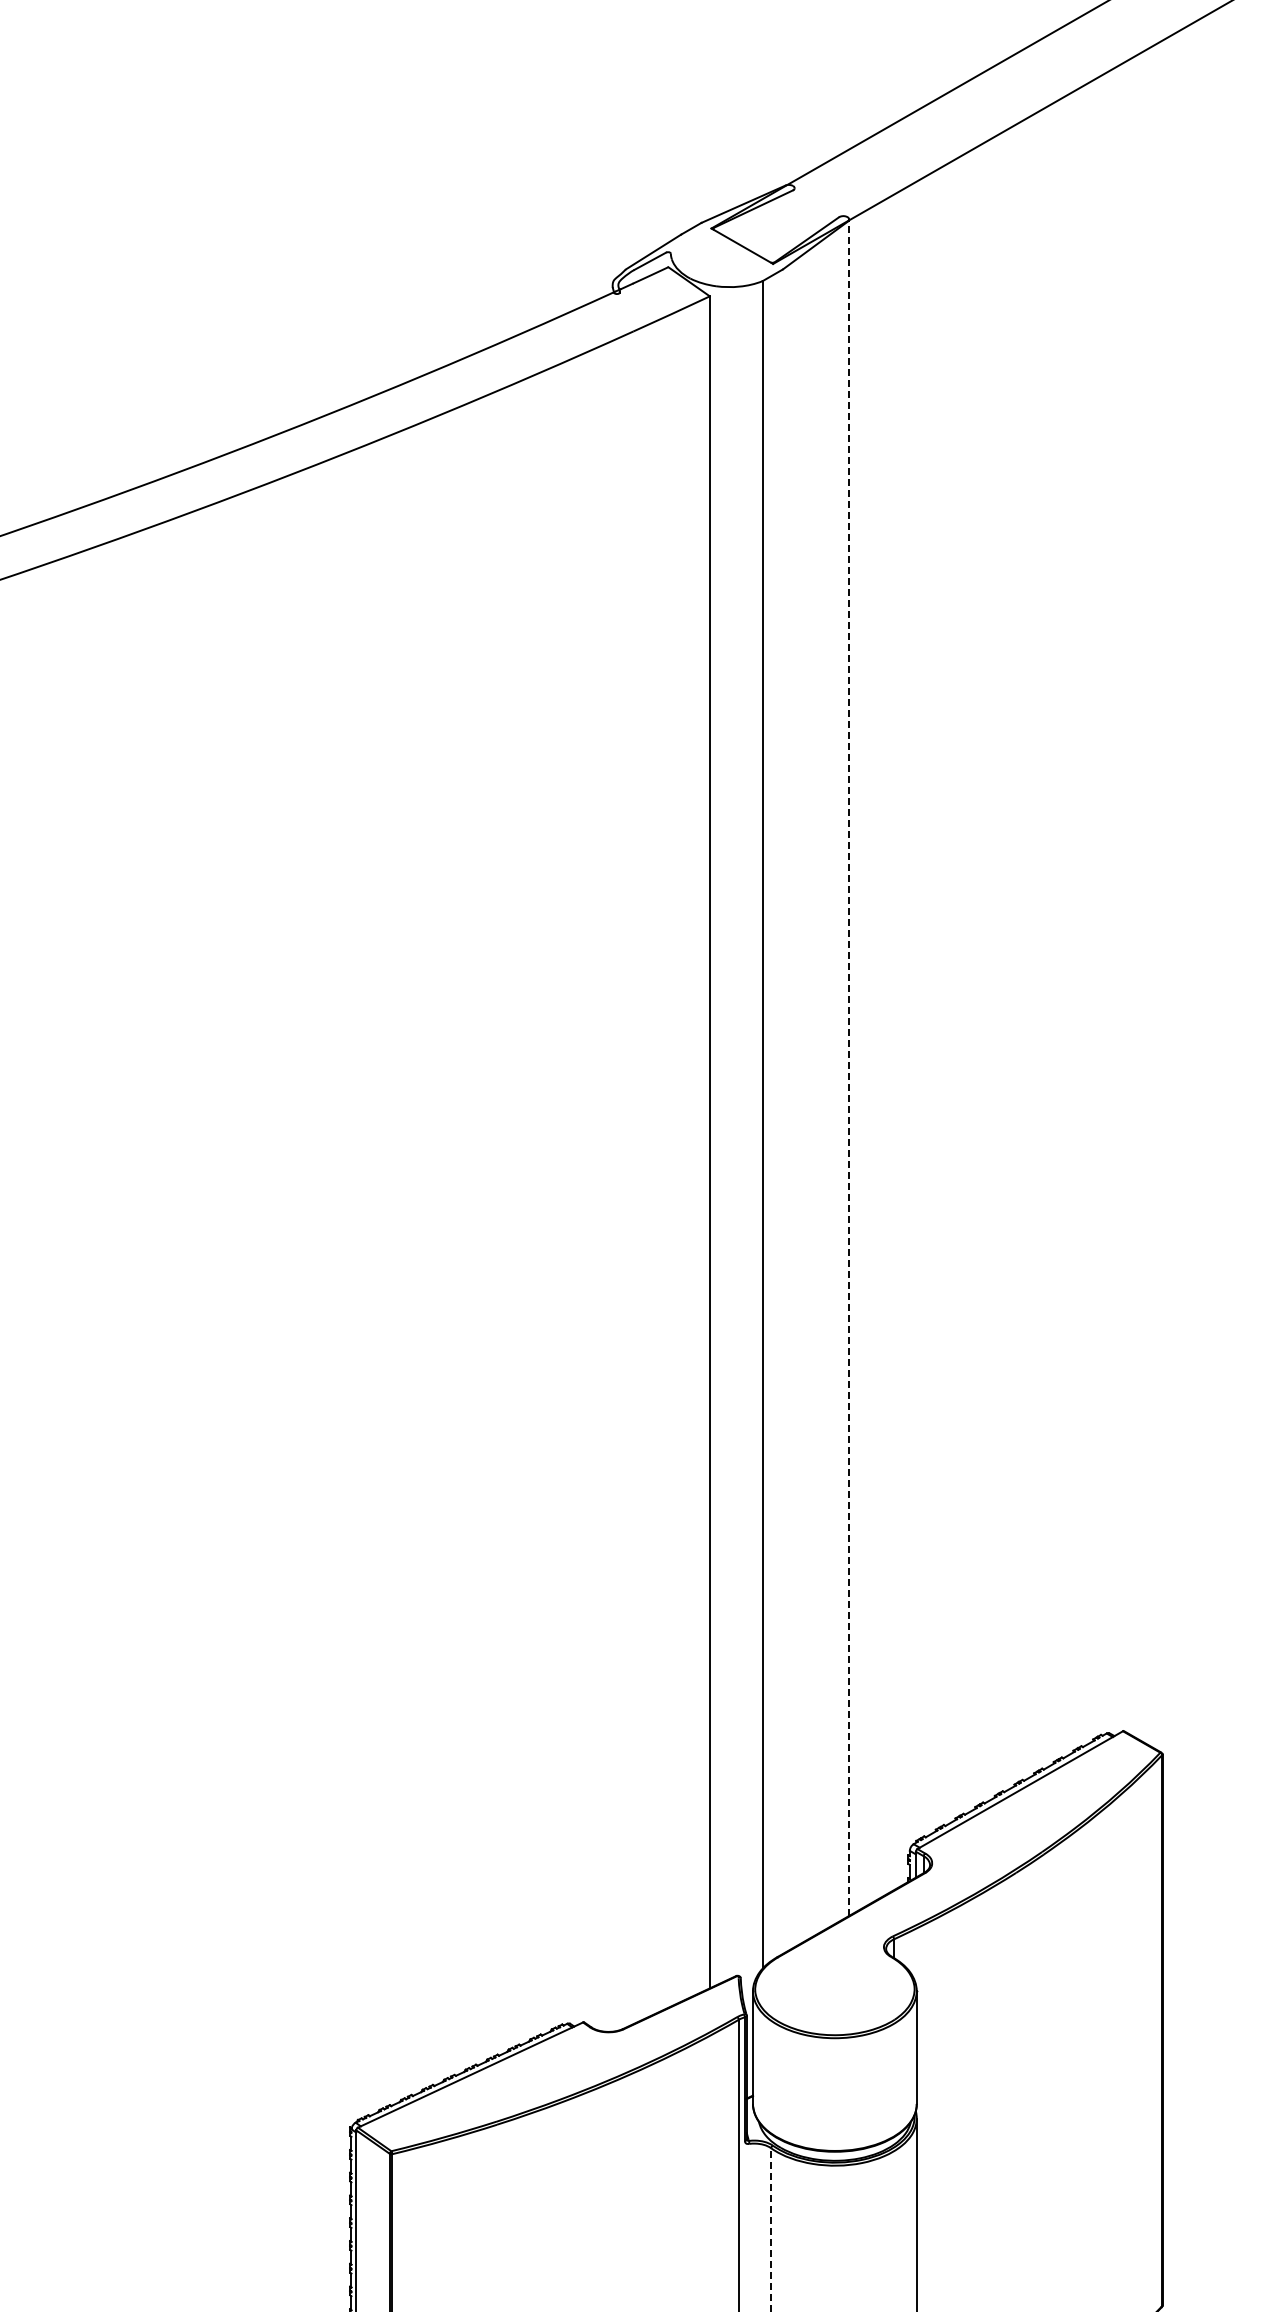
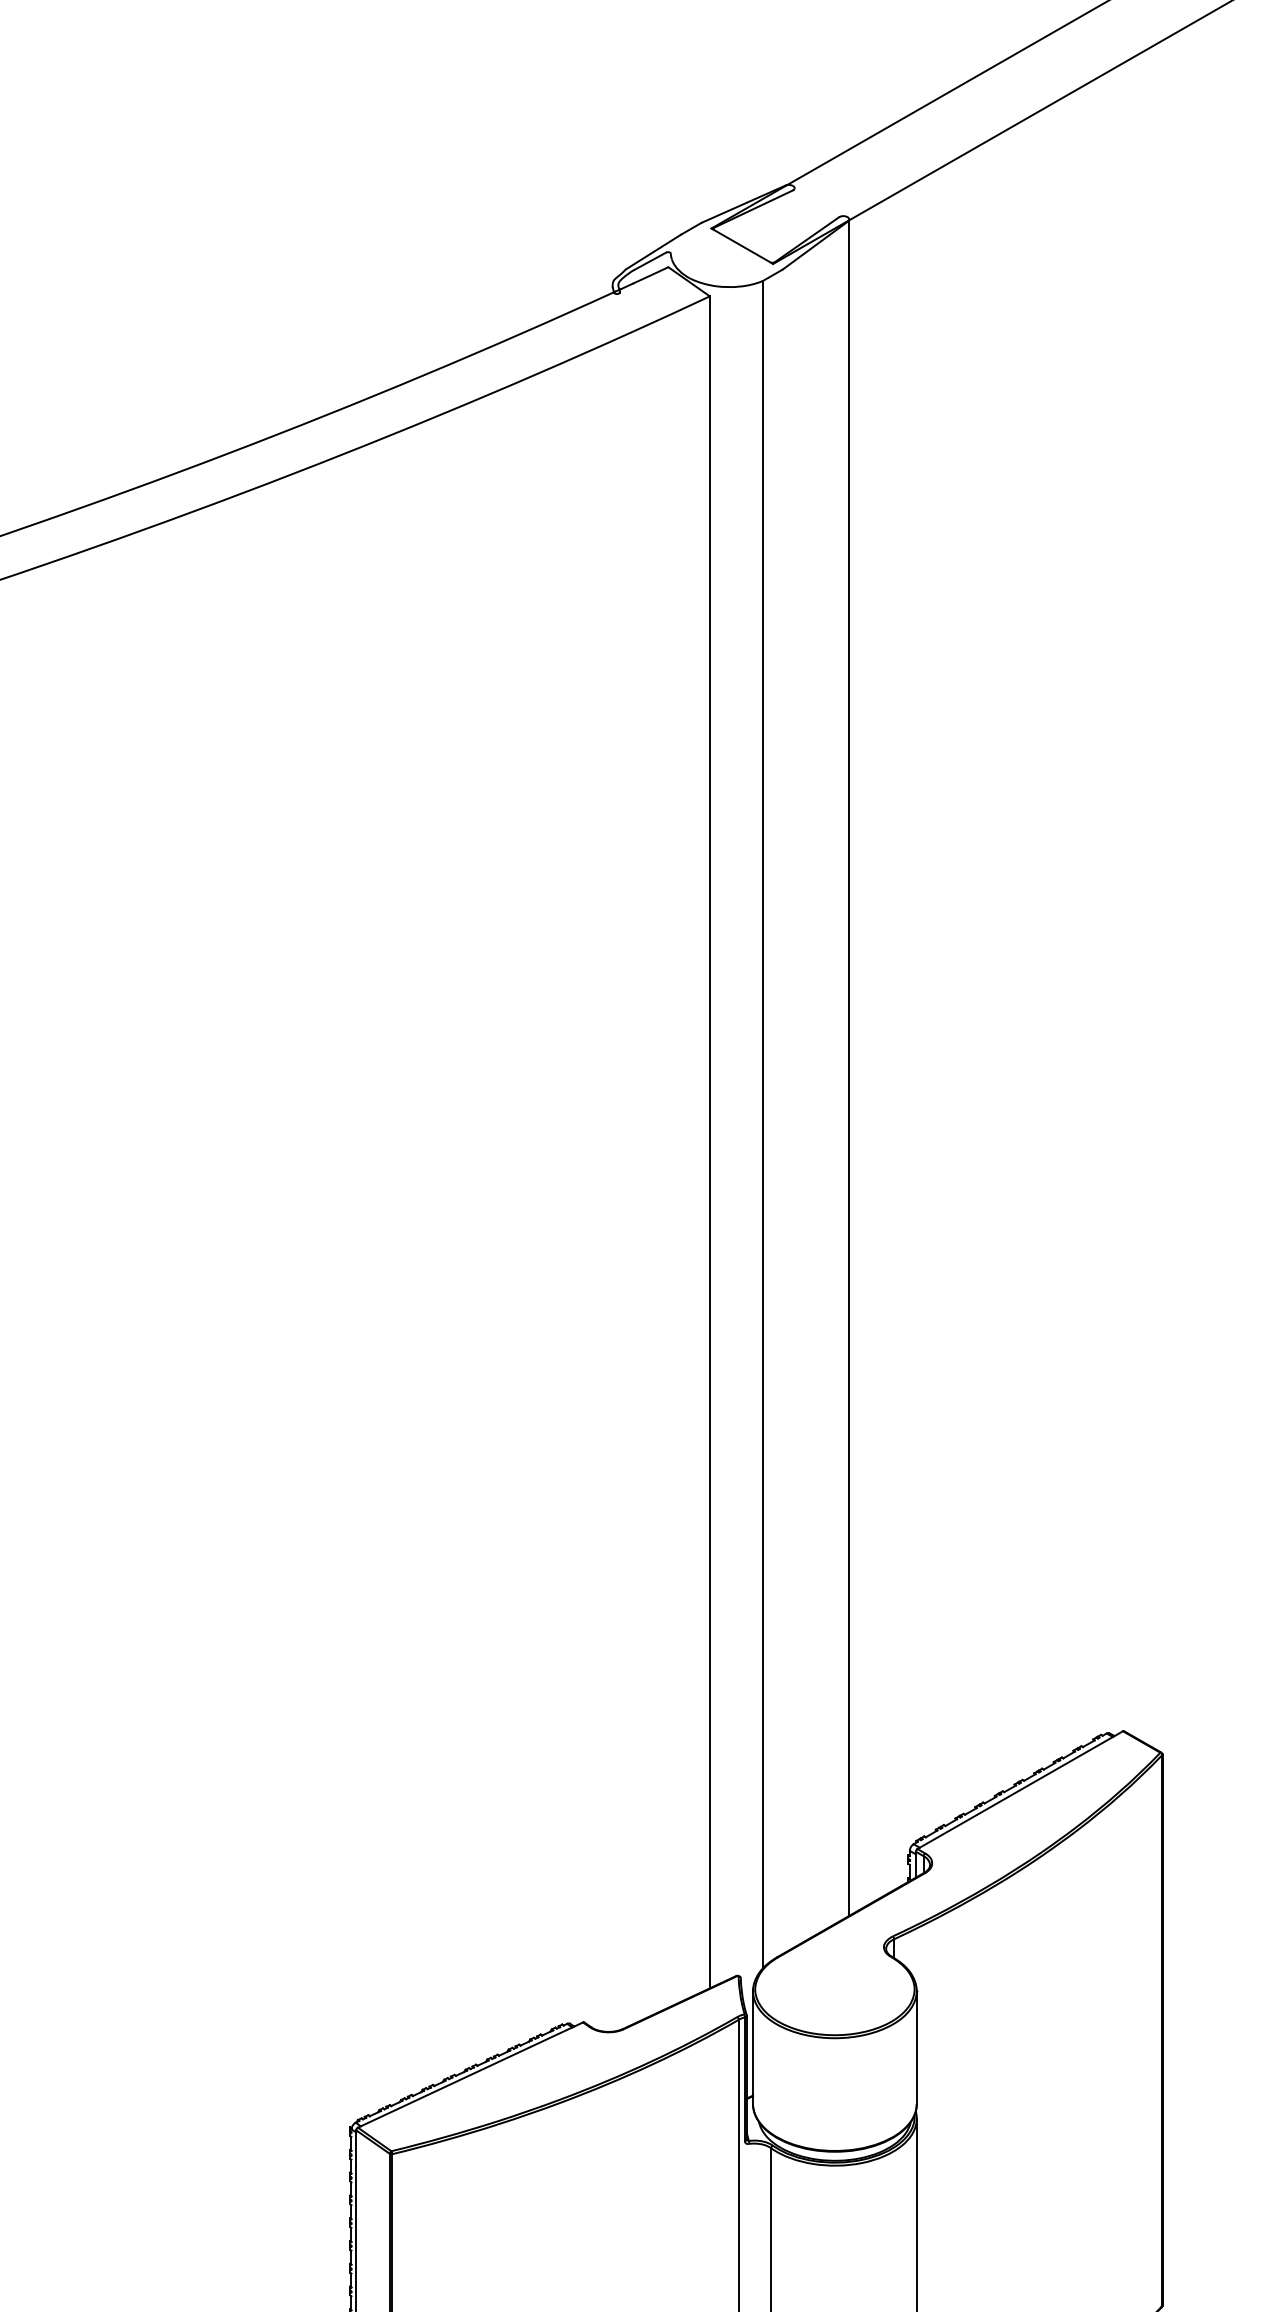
line at (849, 1067): dashed -> solid
line at (771, 2230): dashed -> solid
